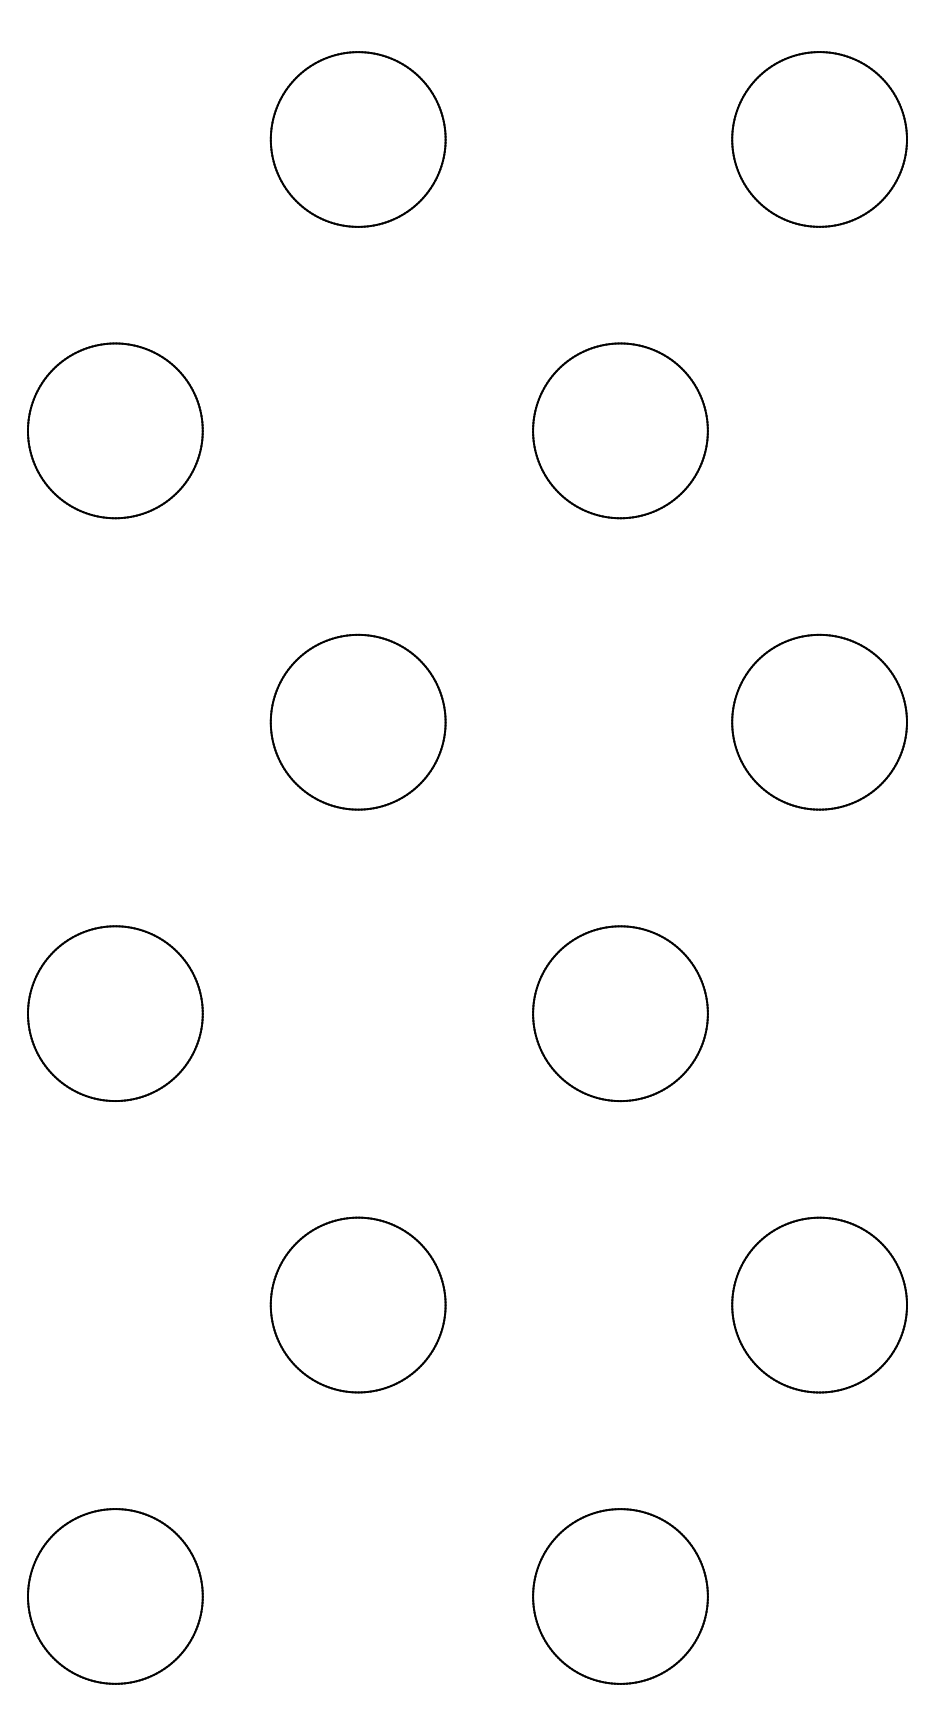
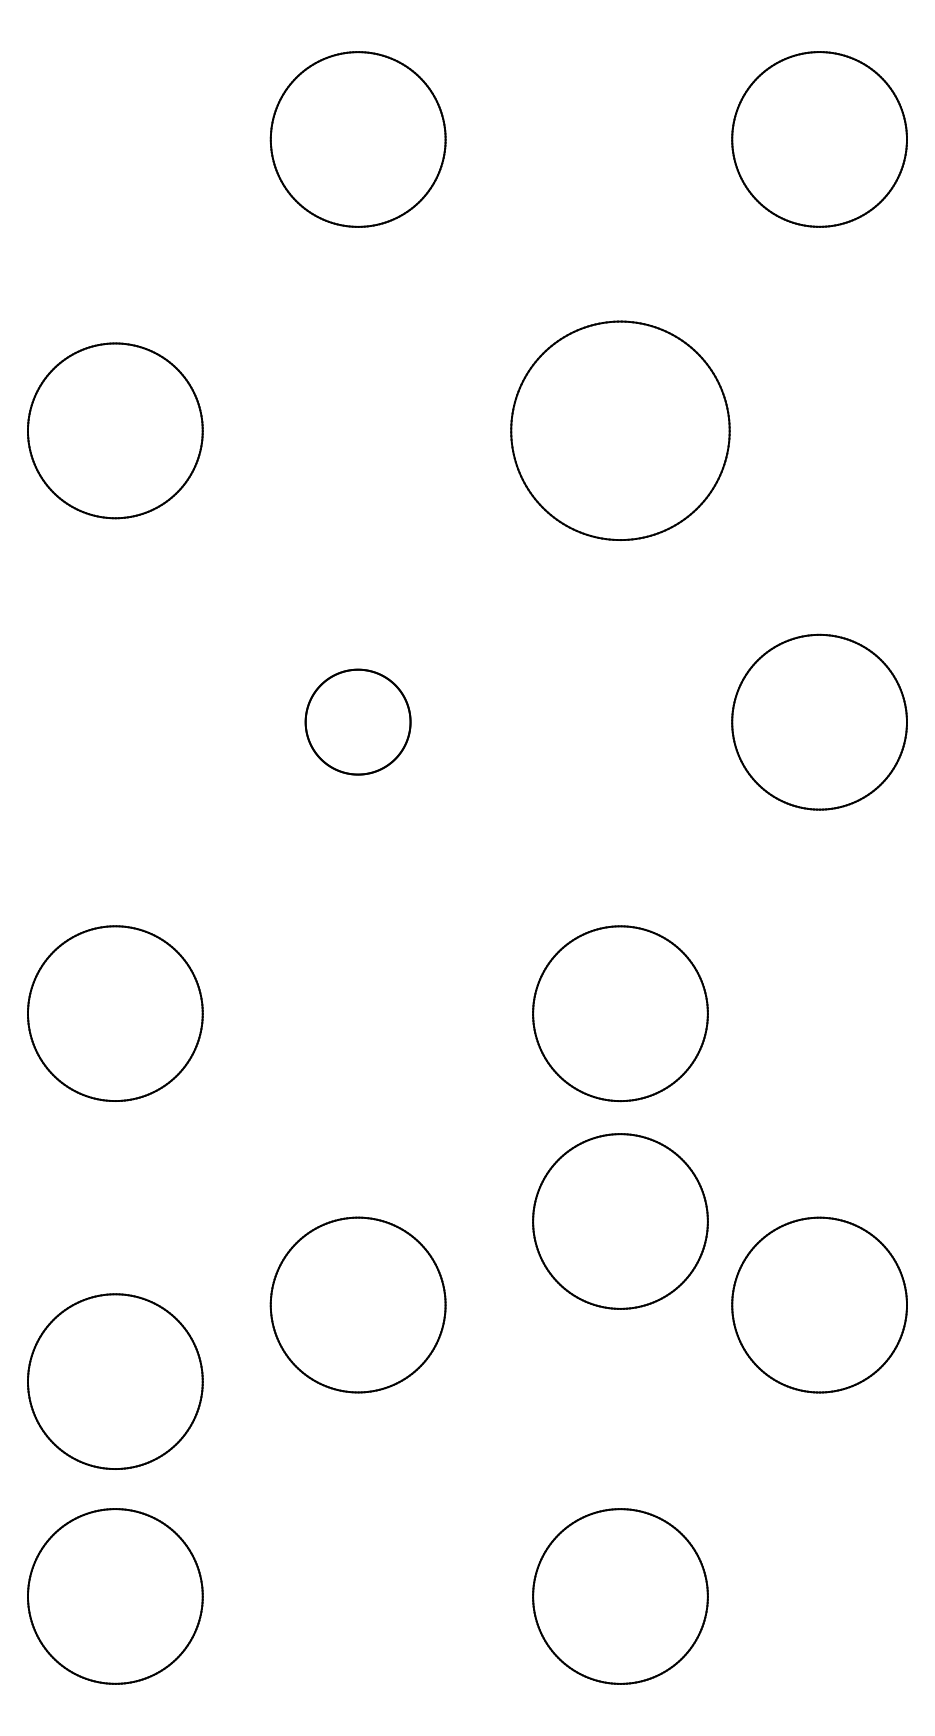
part at (620, 430) size: 177x178 px -> 221x221 px
part at (357, 721) size: 178x178 px -> 108x108 px
part at (620, 1221): none -> present
part at (115, 1381): none -> present
